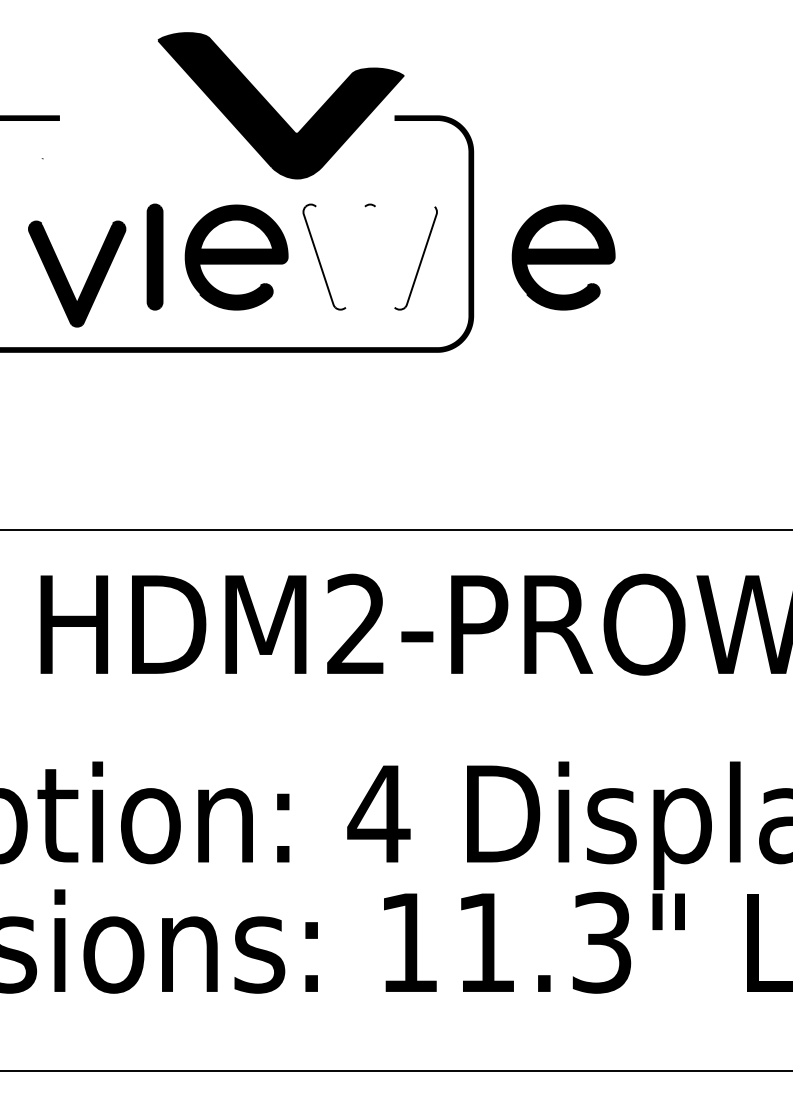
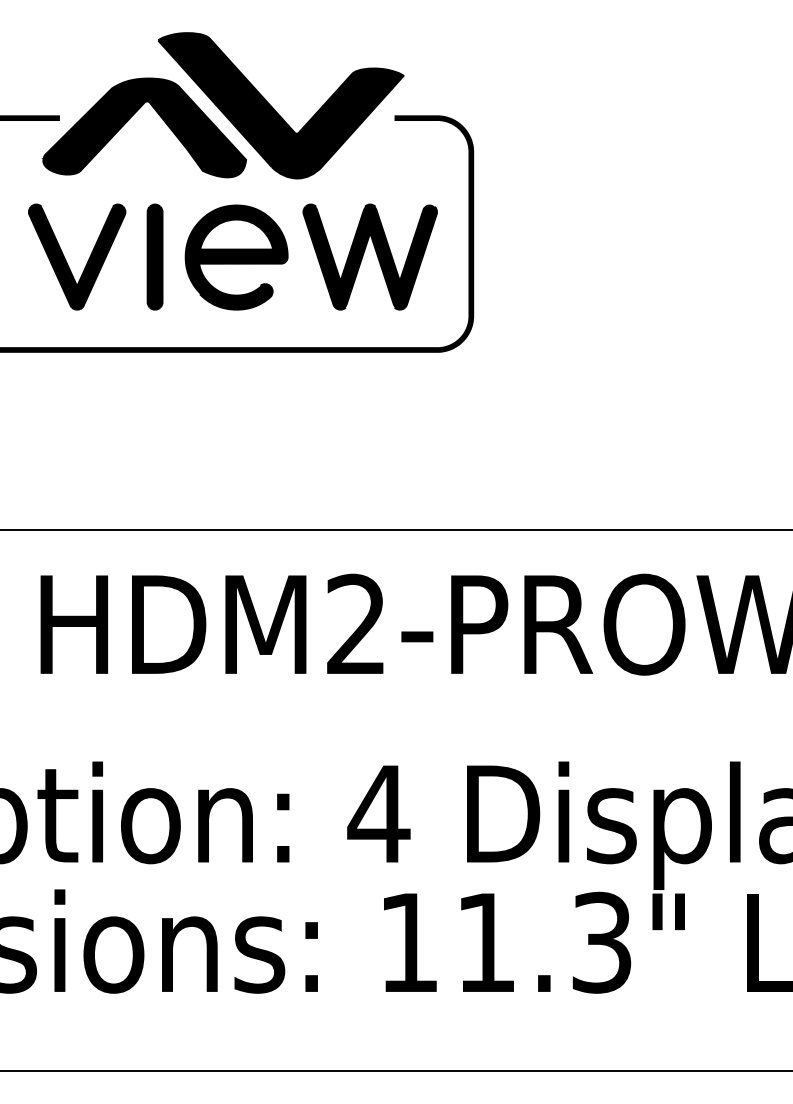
fill at (144, 127): none -> present
fill at (369, 256): none -> present
part at (563, 257): present -> none
part at (87, 277) position: (87, 277) -> (87, 260)
